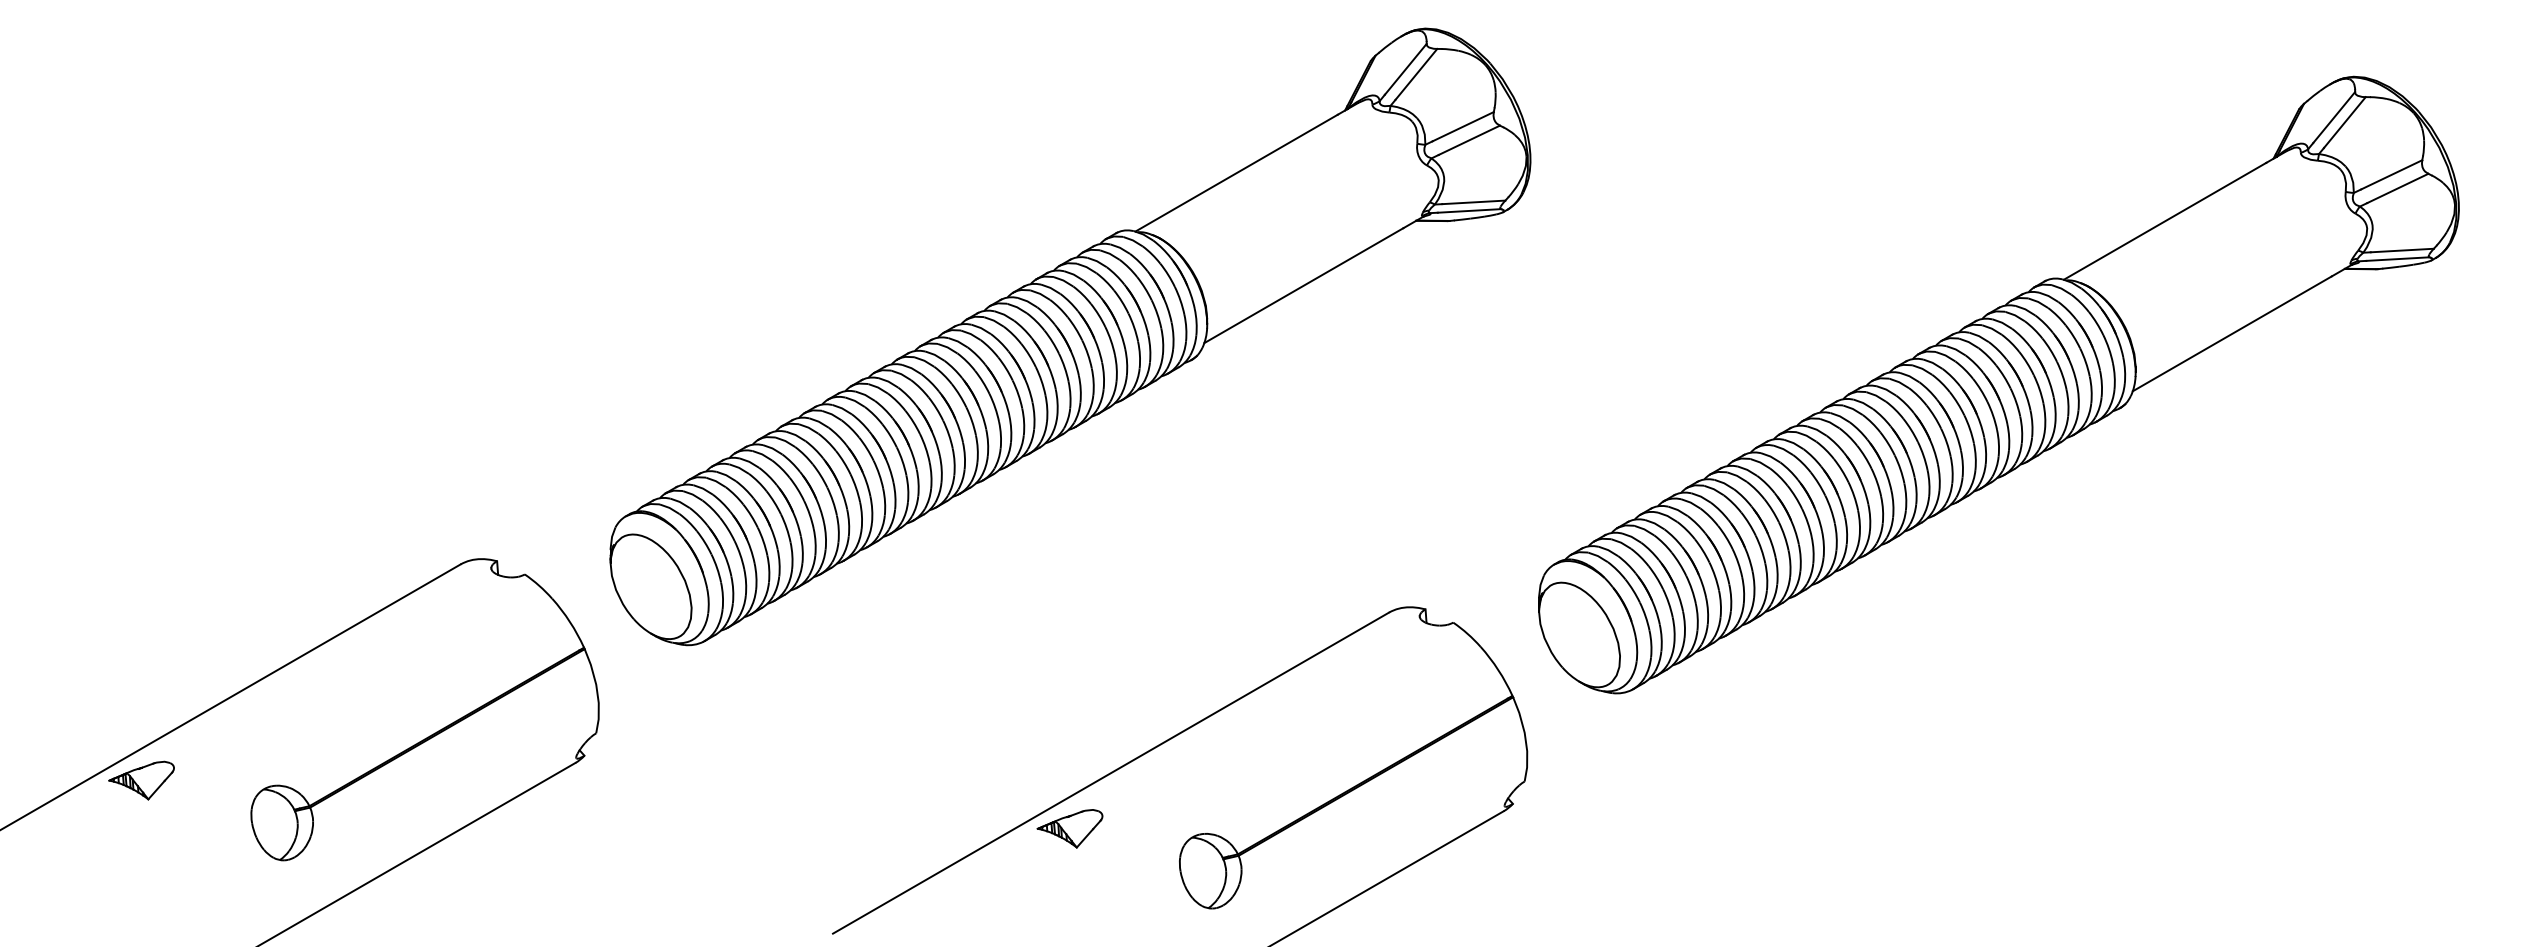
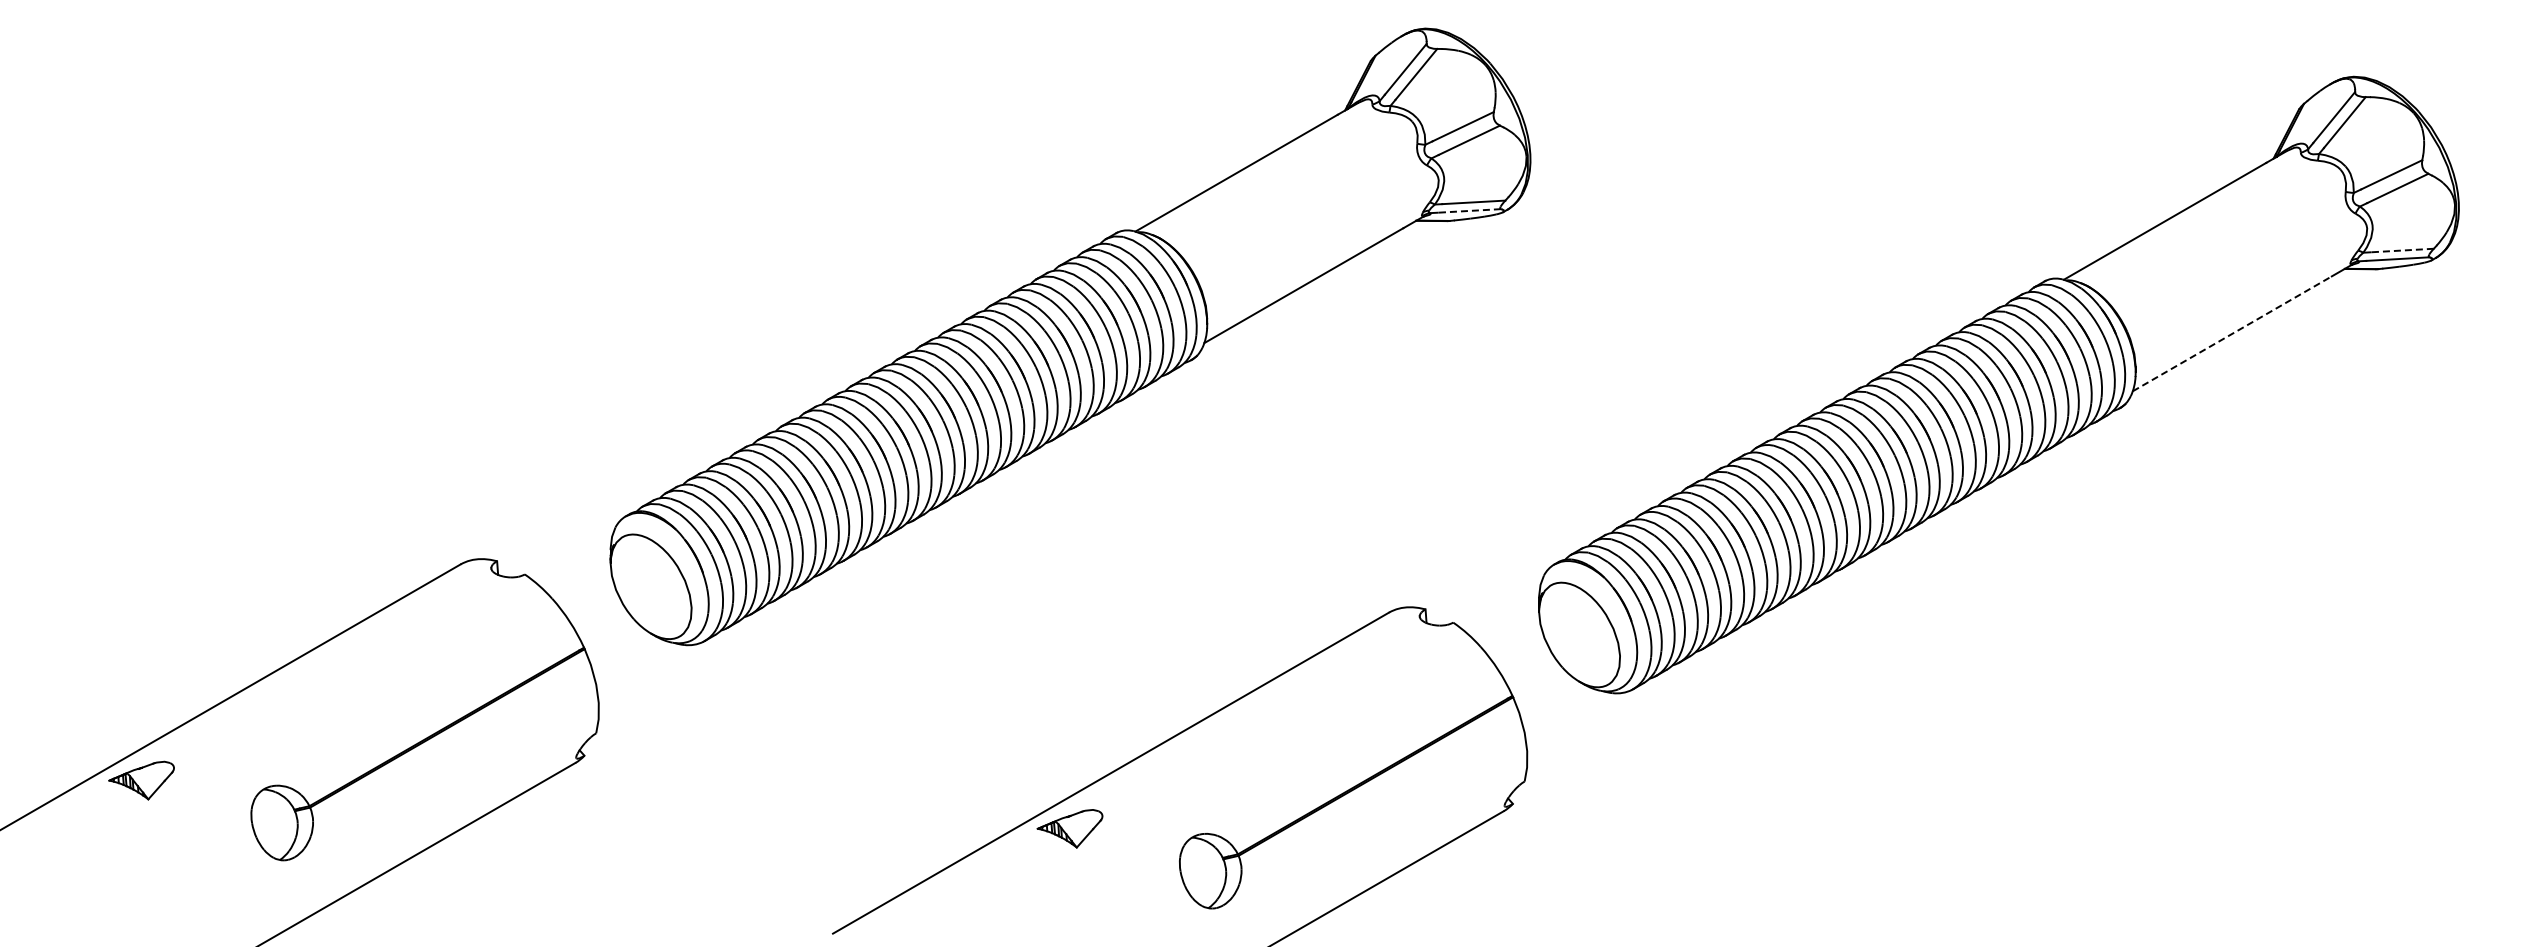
line at (1469, 210): solid -> dashed
line at (2402, 250): solid -> dashed
line at (2232, 333): solid -> dashed
